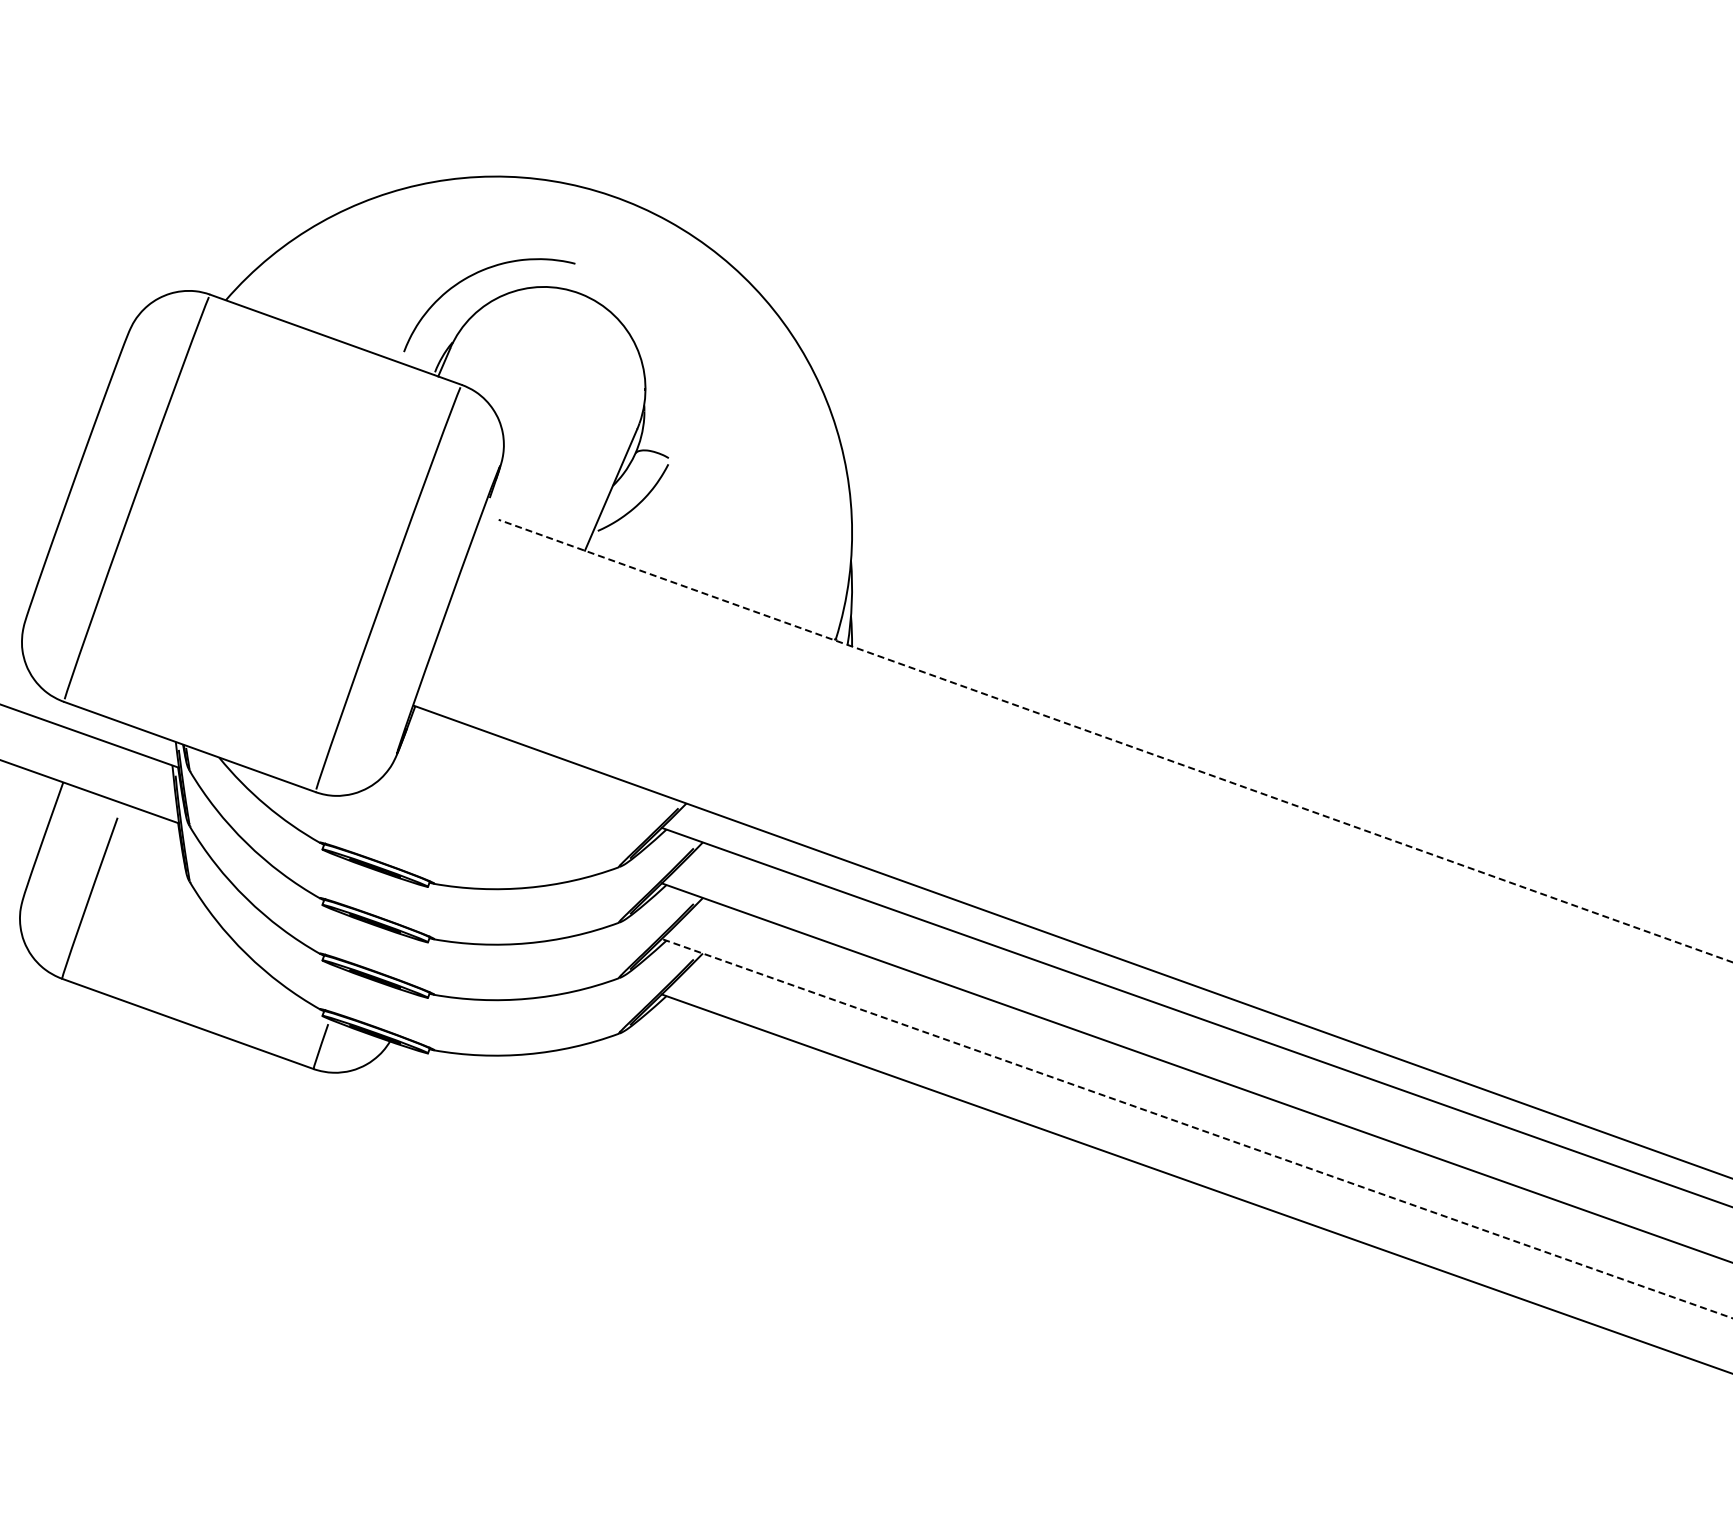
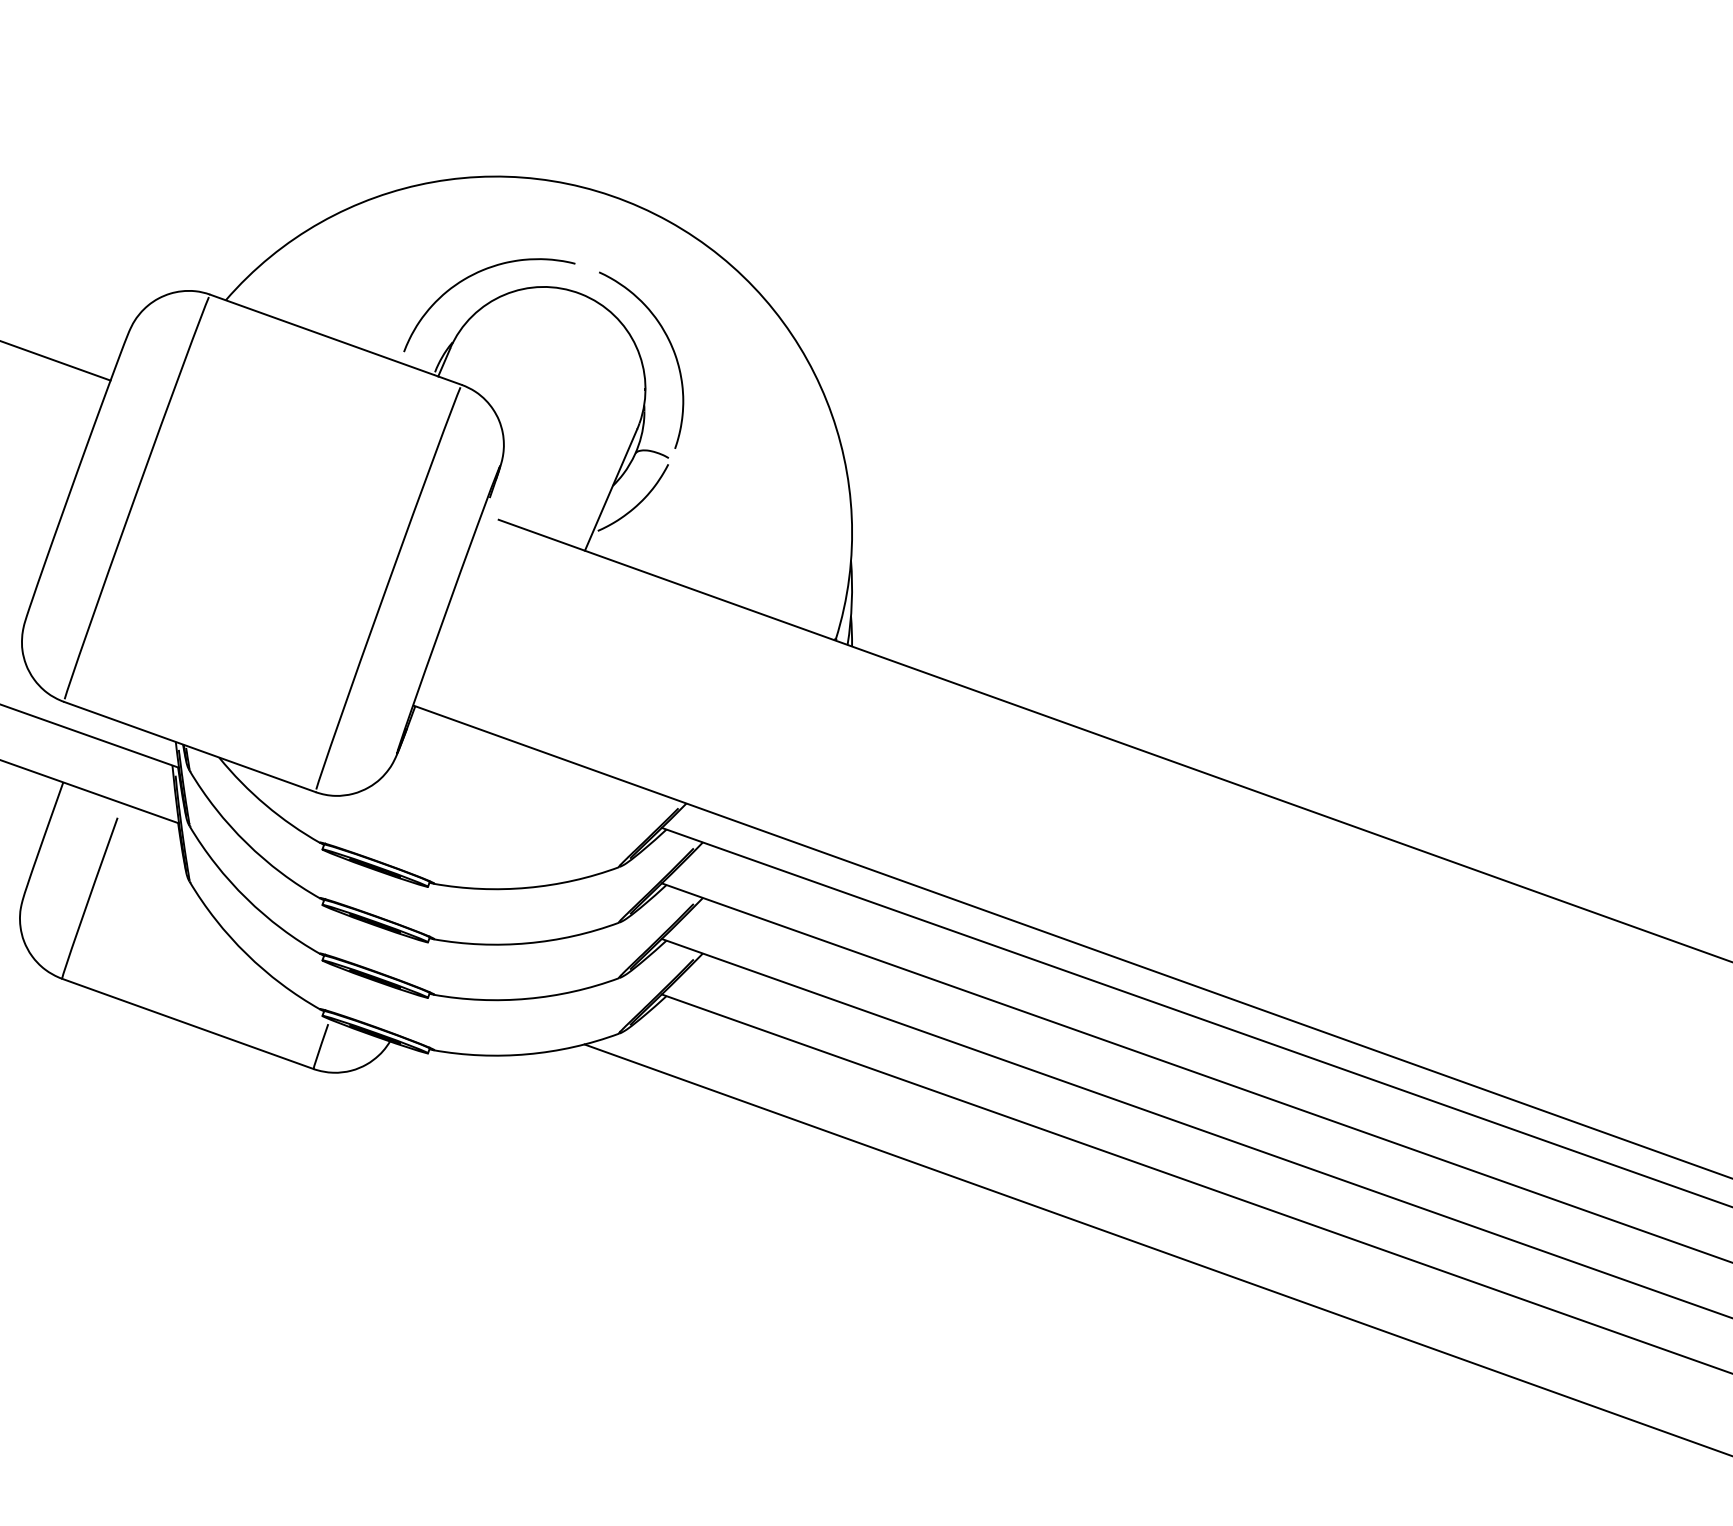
curve at (671, 348): none -> present
line at (56, 360): none -> present
line at (1115, 740): dashed -> solid
line at (1196, 1128): dashed -> solid
line at (1156, 1249): none -> present
